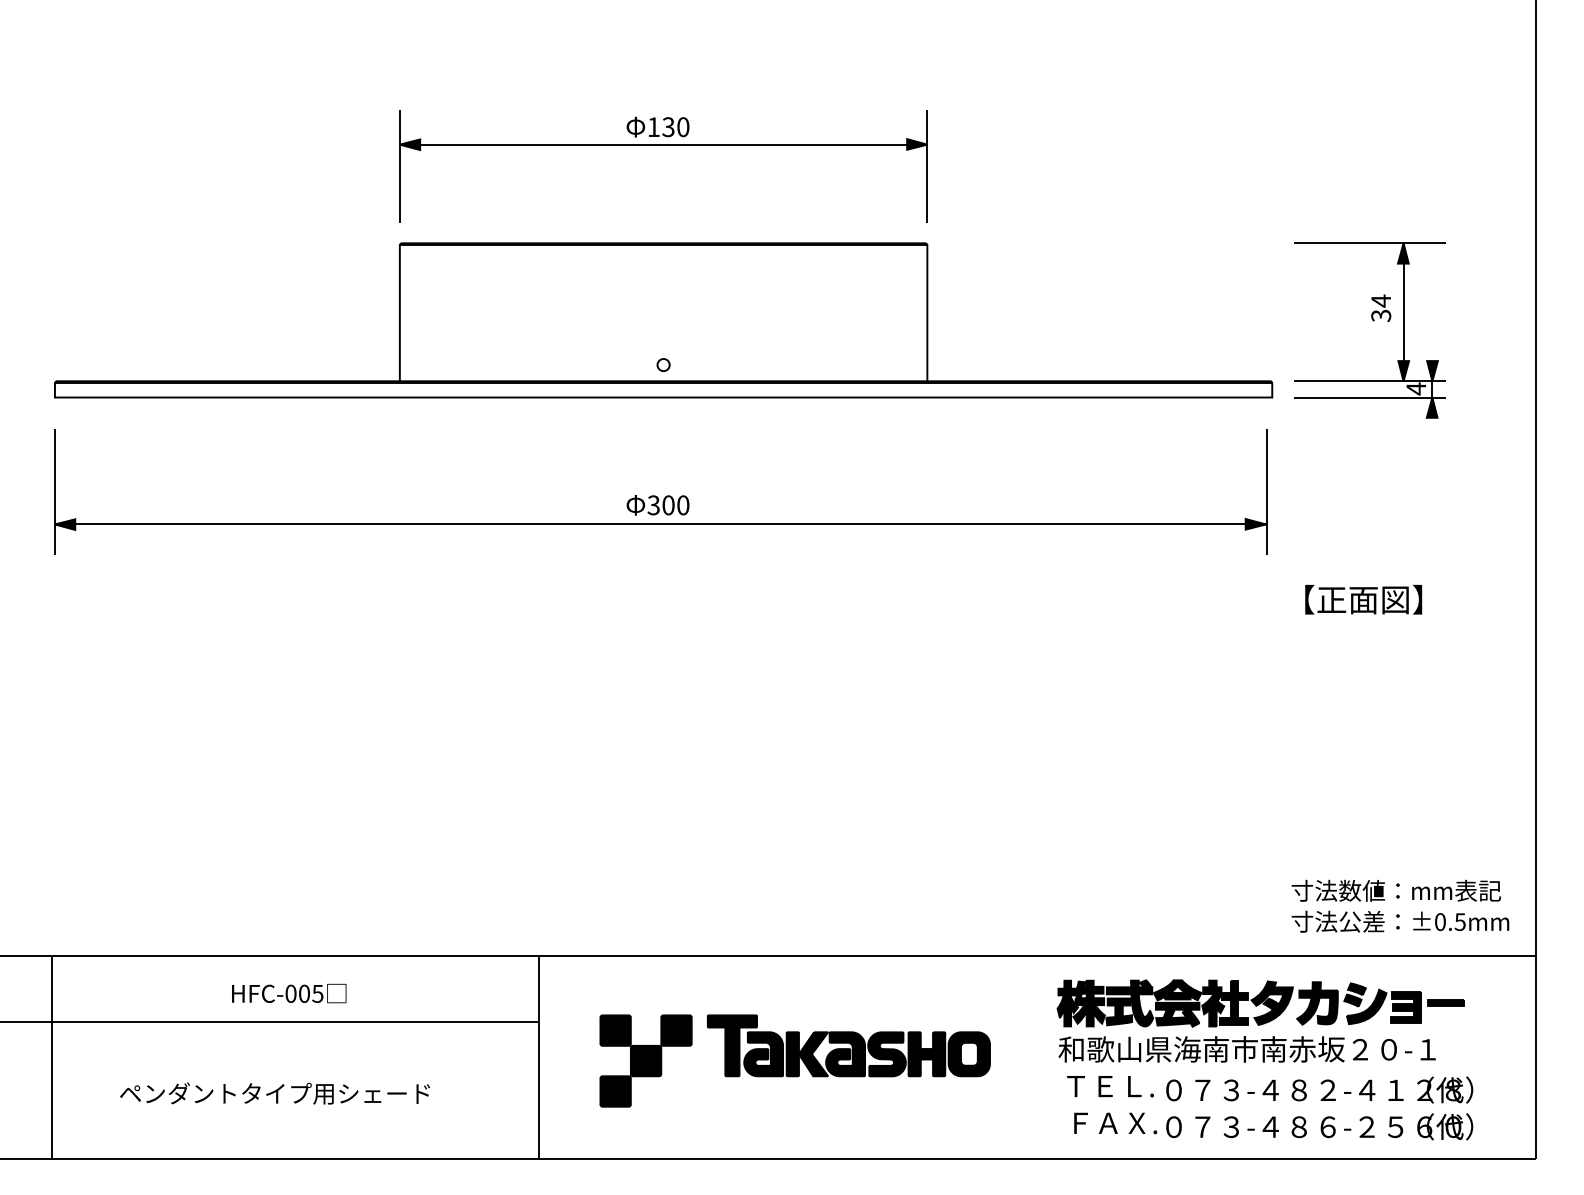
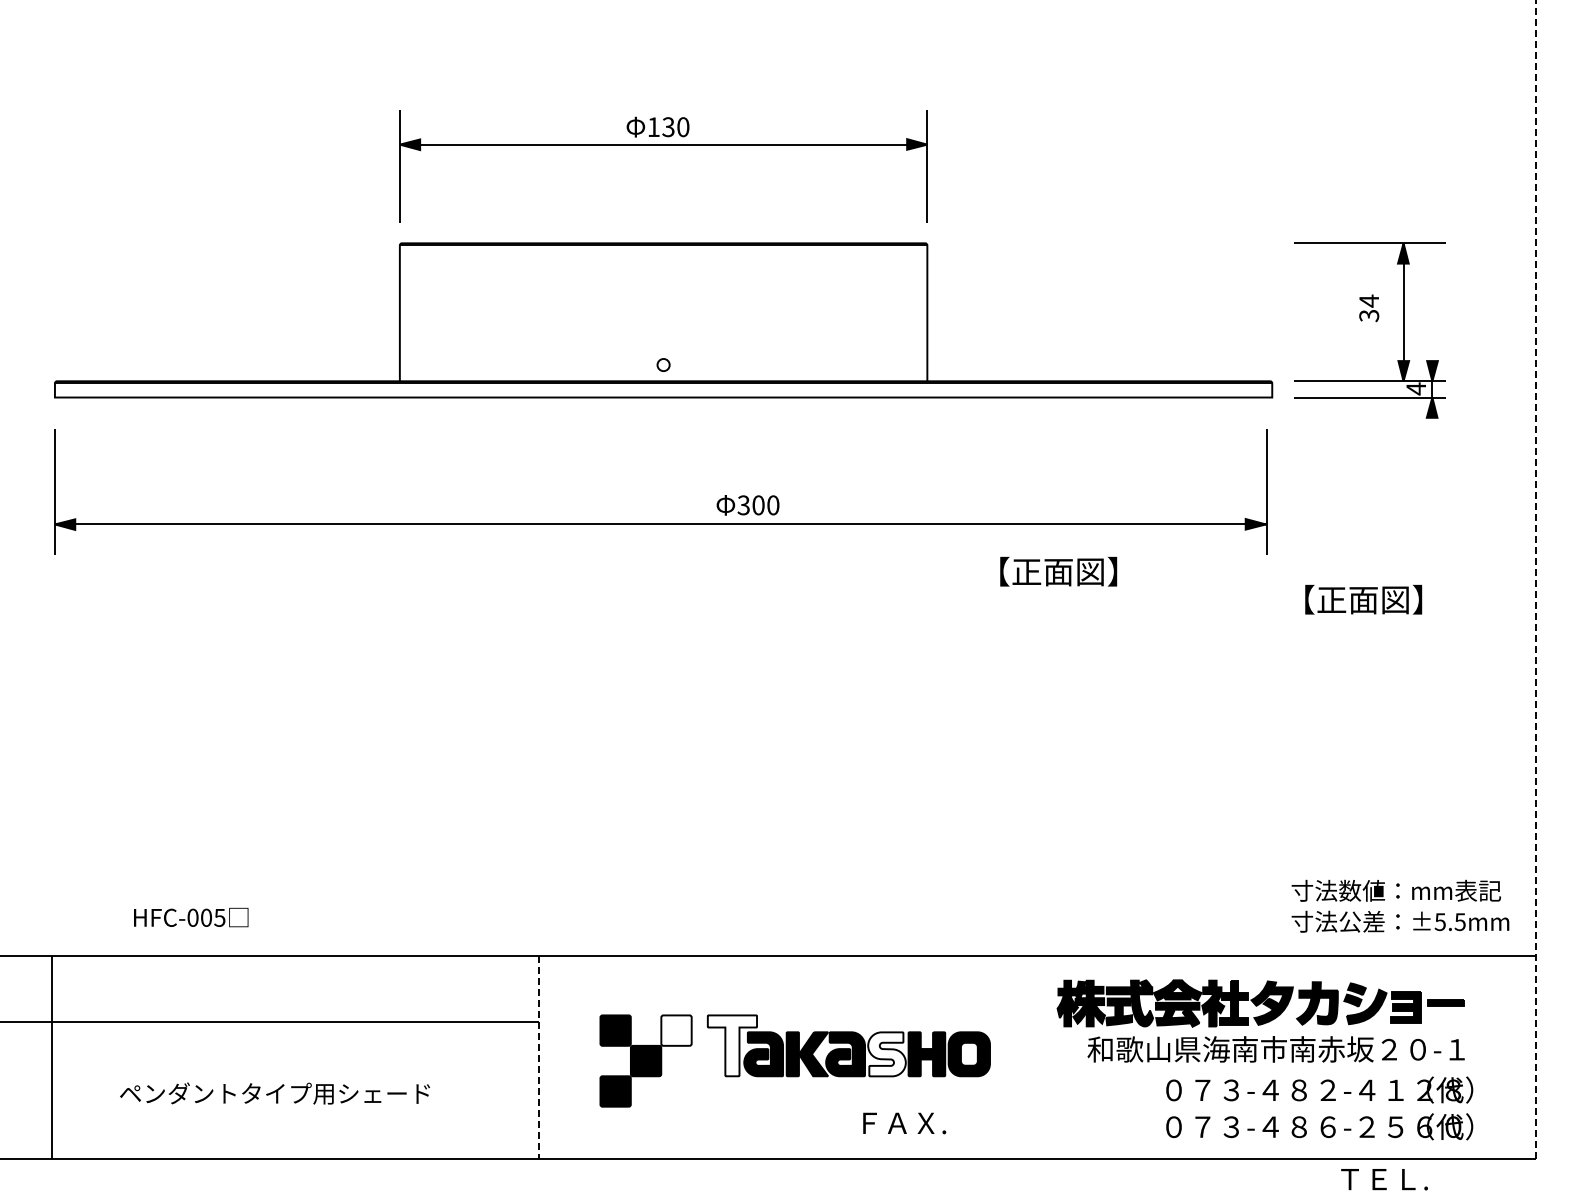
part at (1381, 308) position: (1381, 308) -> (1369, 308)
part at (657, 505) position: (657, 505) -> (747, 505)
part at (1058, 571): none -> present
line at (1536, 579): solid -> dashed
text at (1439, 921): ±0.5mm -> ±5.5mm
part at (289, 993) position: (289, 993) -> (191, 917)
fill at (676, 1030): present -> none
fill at (732, 1045): present -> none
text at (1246, 1049) position: (1246, 1049) -> (1275, 1049)
fill at (886, 1054): present -> none
line at (538, 1058): solid -> dashed
text at (1110, 1086) position: (1110, 1086) -> (1384, 1179)
text at (1115, 1123) position: (1115, 1123) -> (904, 1123)
